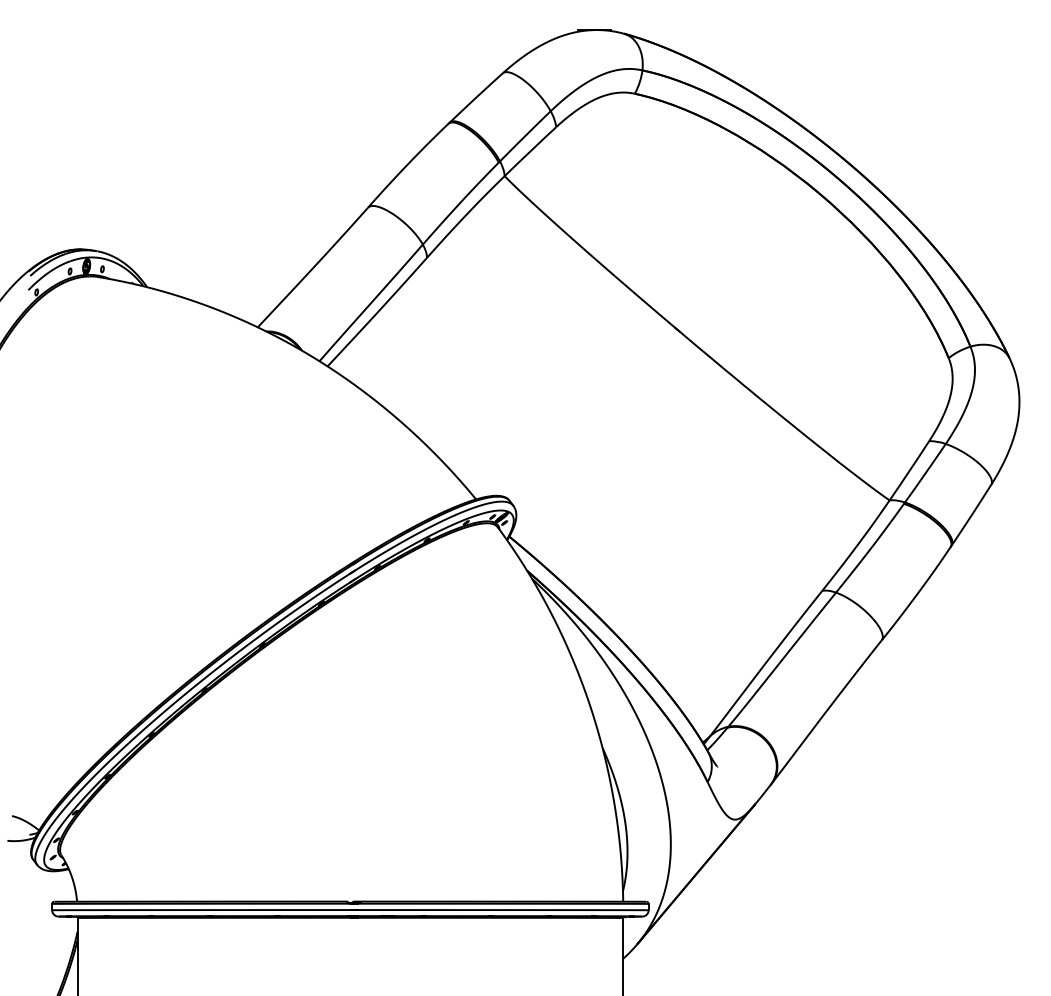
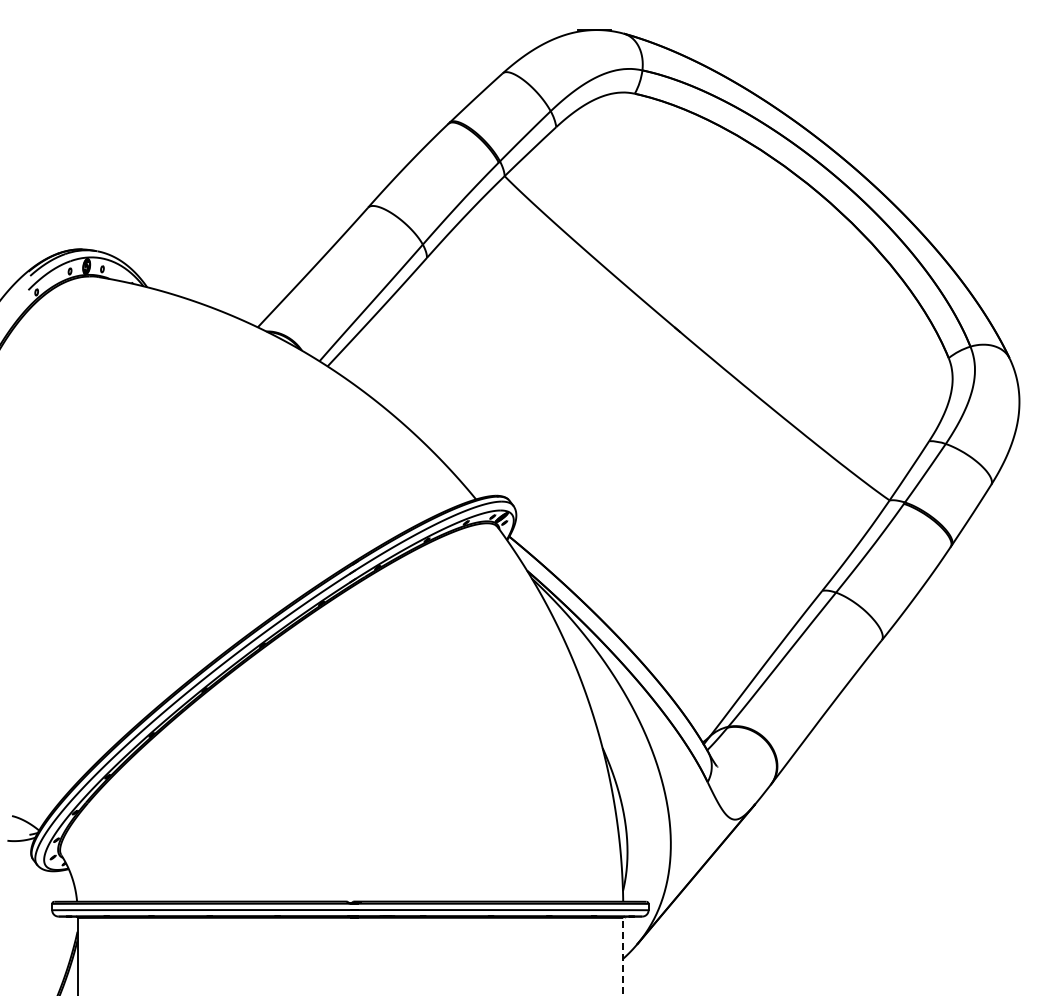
line at (623, 956): solid -> dashed
